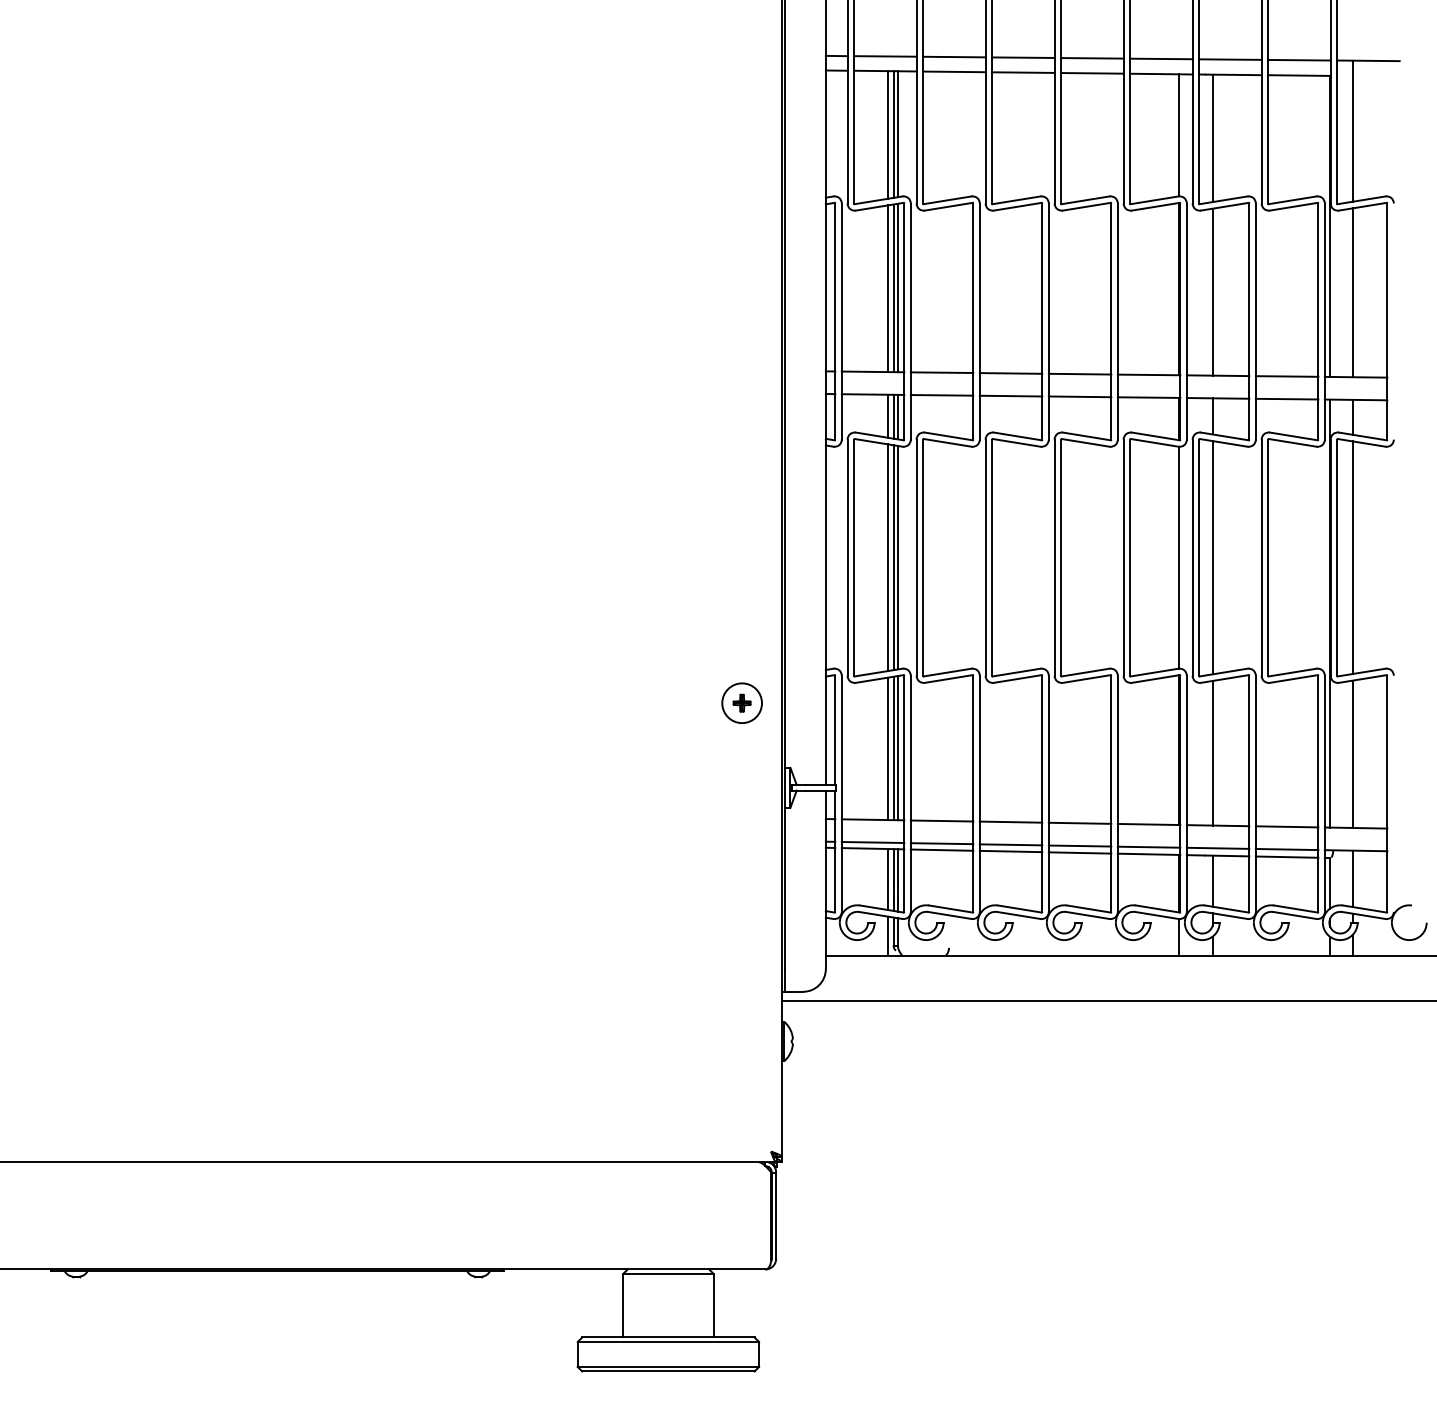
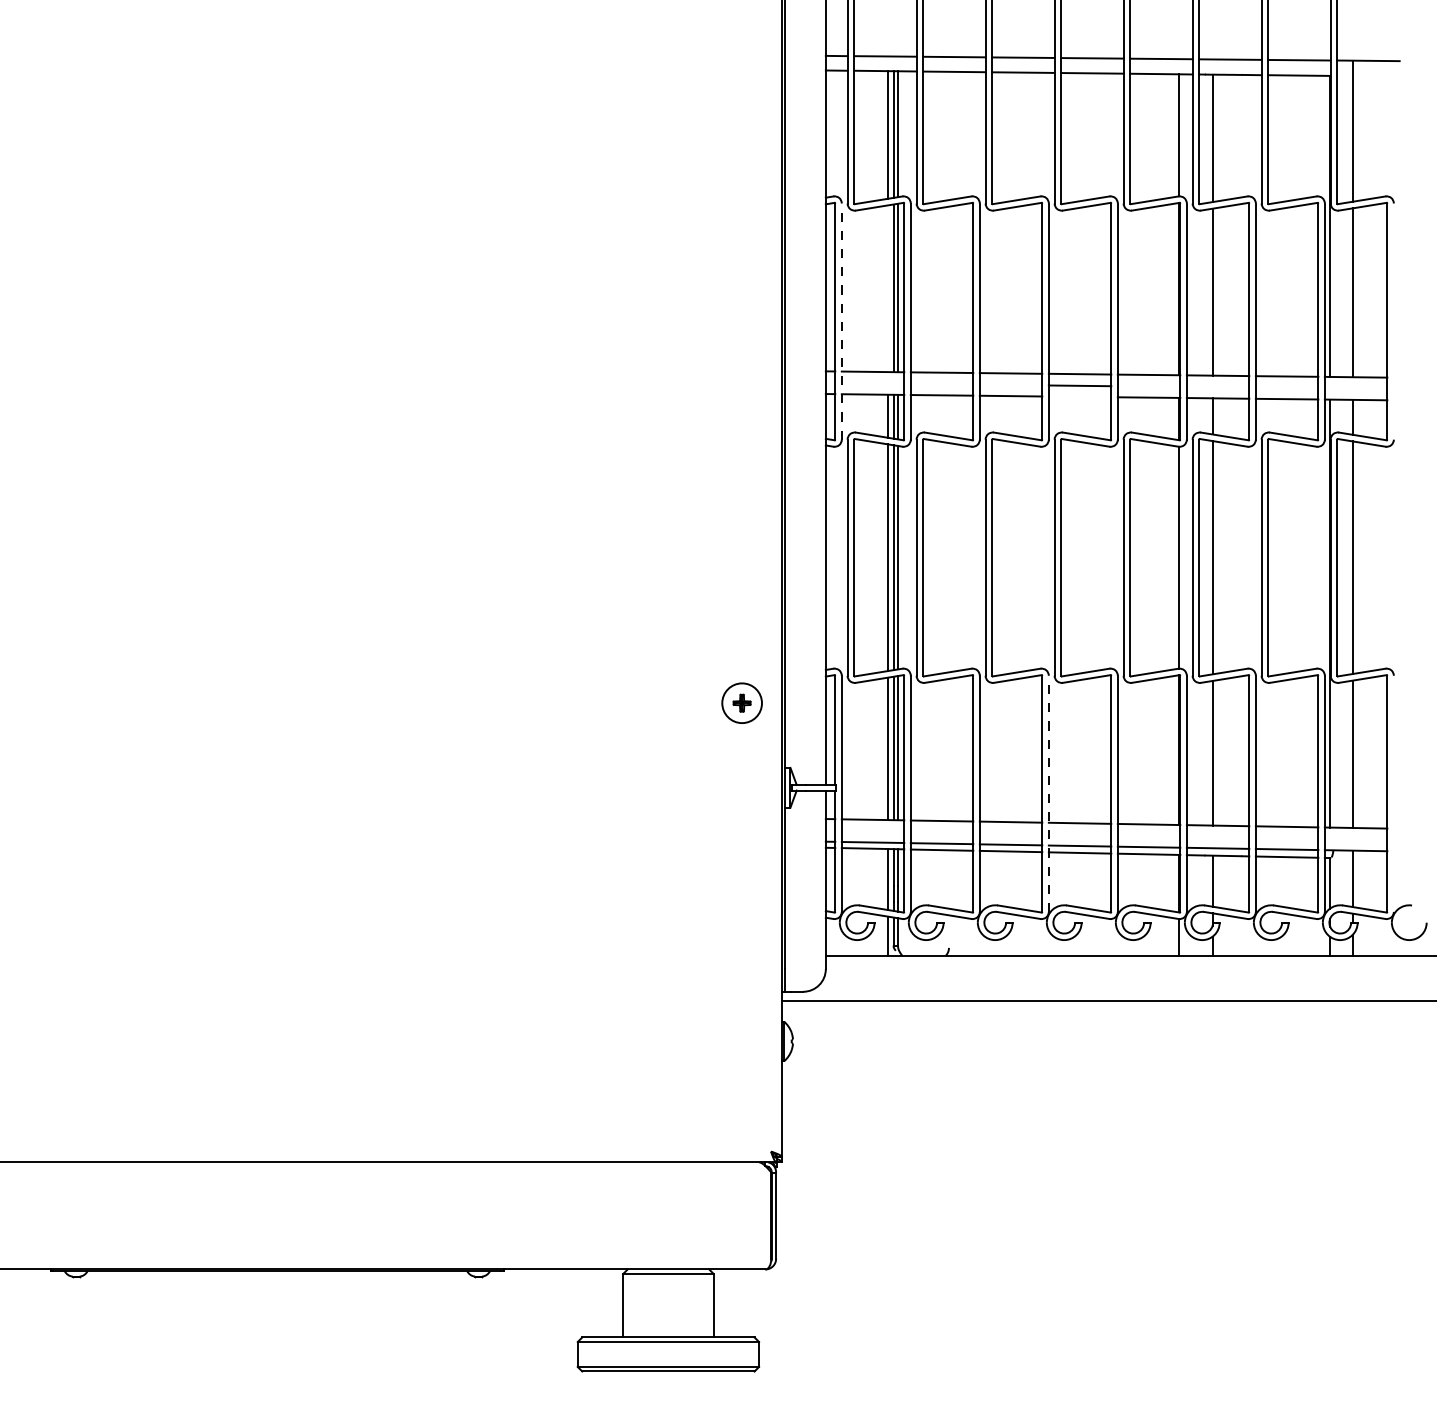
line at (887, 288): present -> none
line at (841, 321): solid -> dashed
line at (1079, 396) position: (1079, 396) -> (1079, 385)
line at (1048, 793): solid -> dashed
